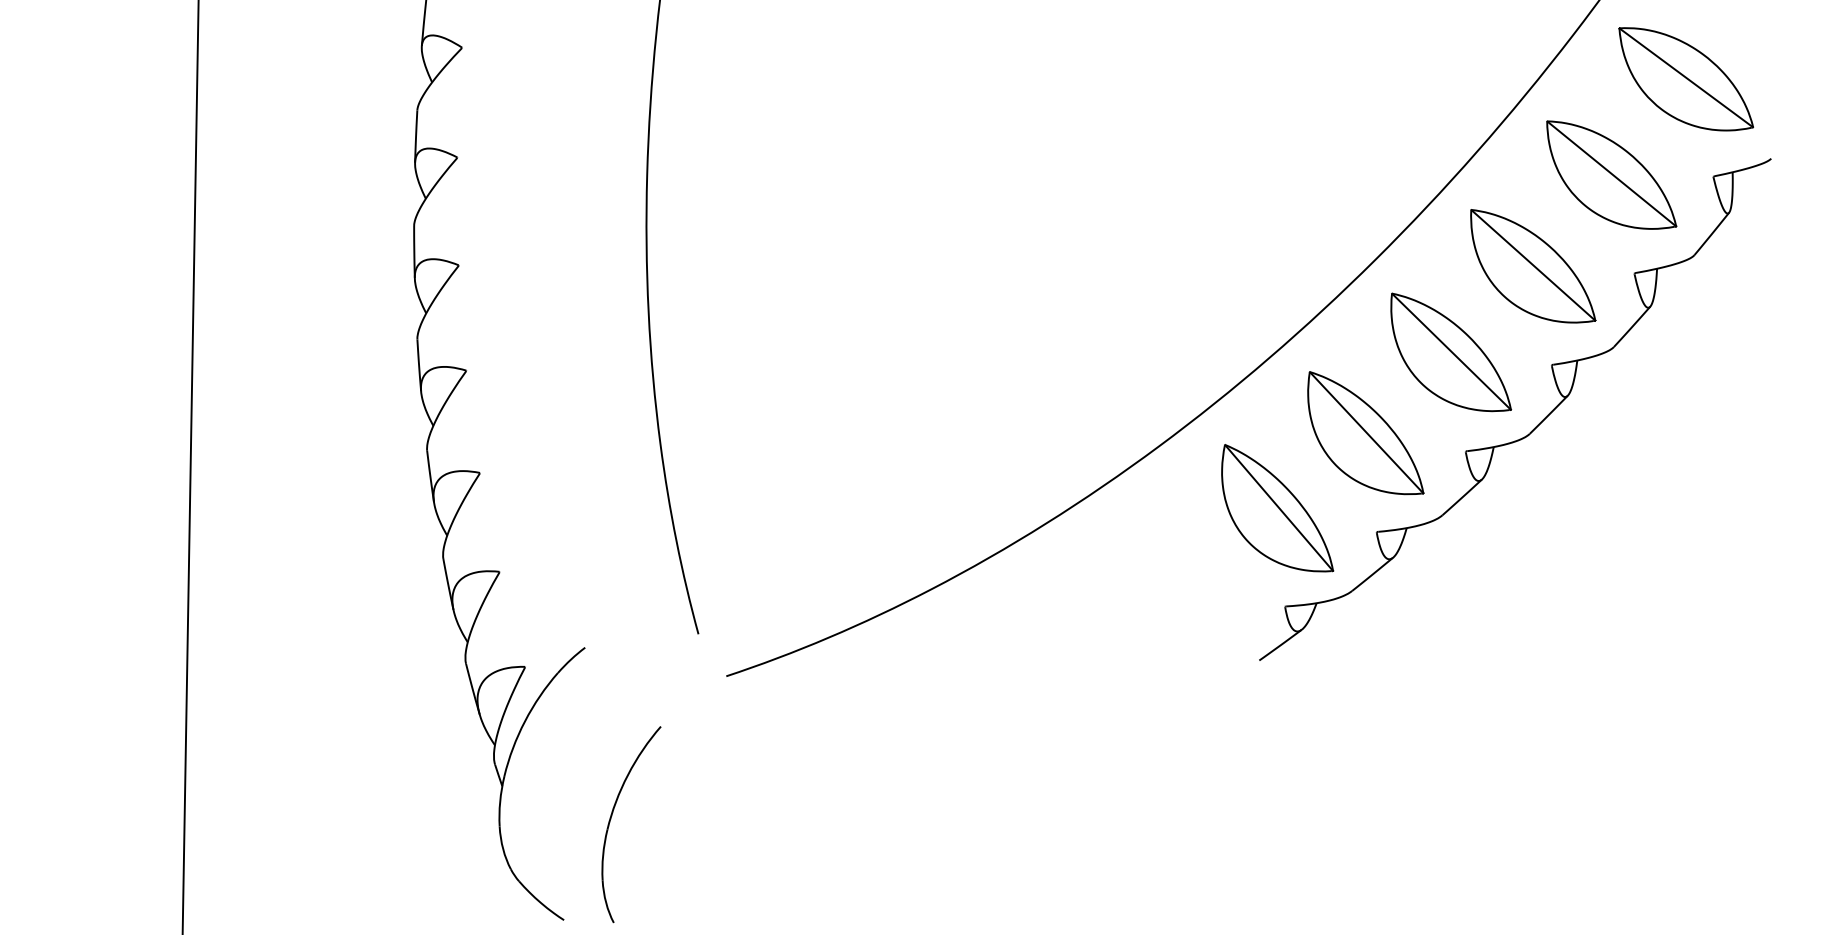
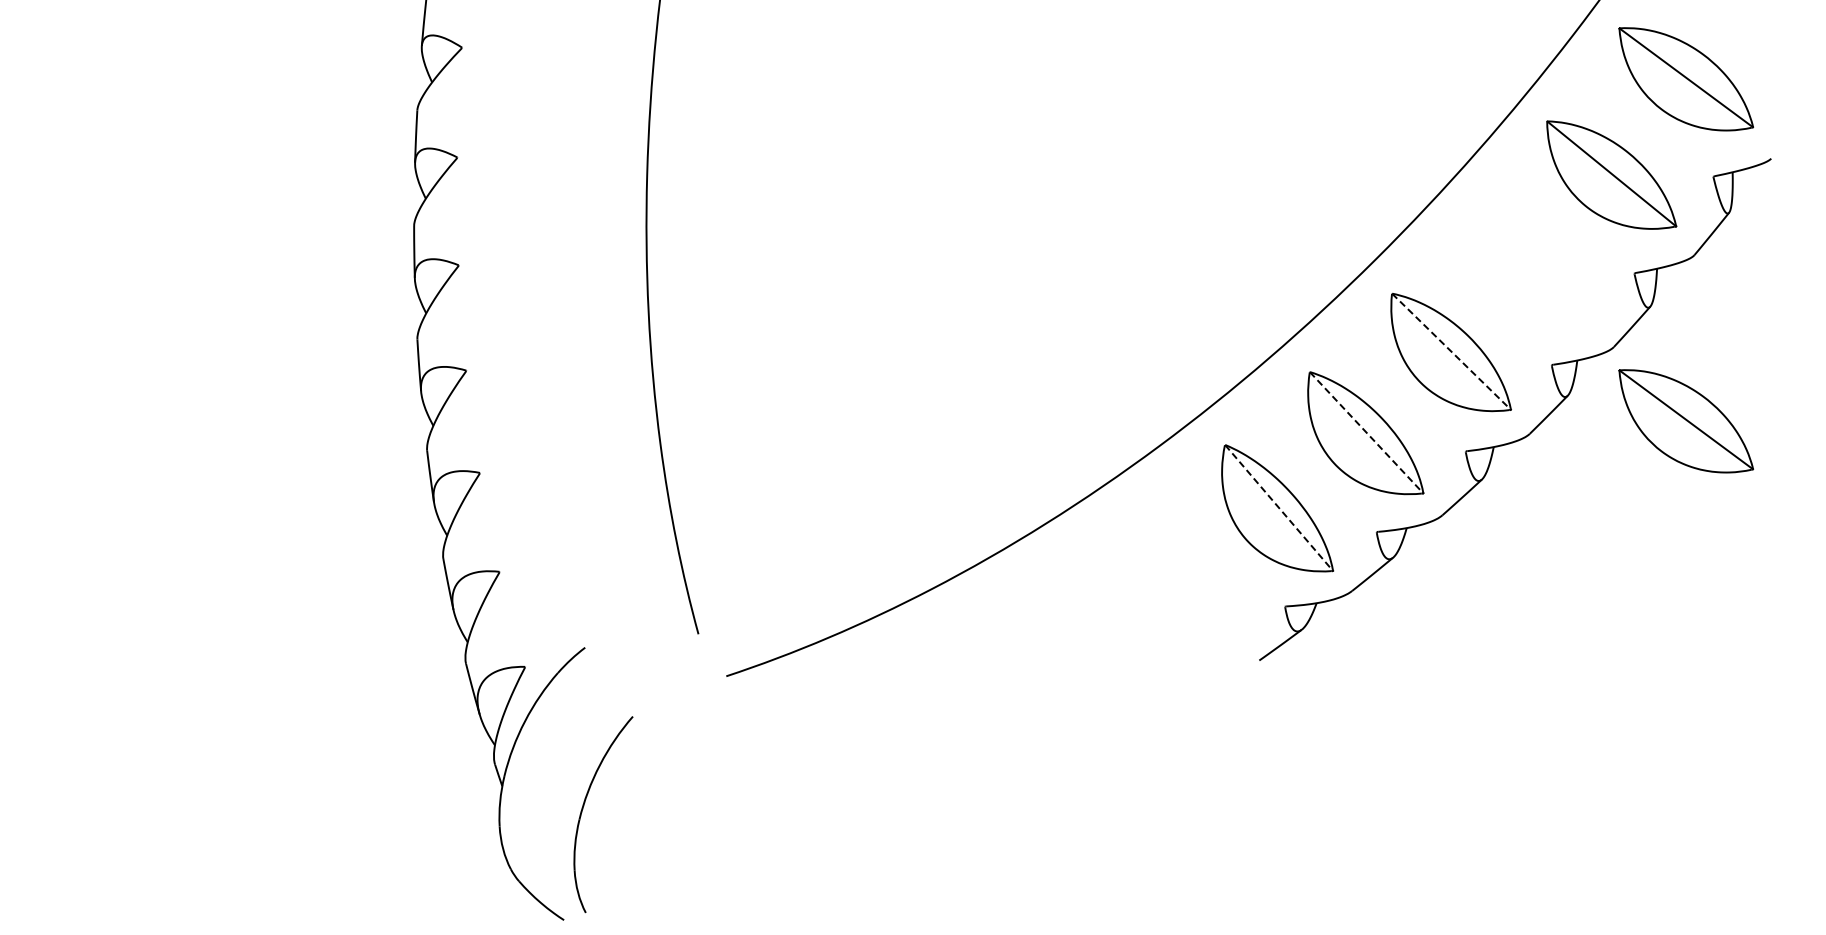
part at (1533, 266): present -> none
line at (1451, 351): solid -> dashed
part at (1686, 421): none -> present
line at (1366, 432): solid -> dashed
line at (190, 466): present -> none
line at (1279, 507): solid -> dashed
part at (612, 816) position: (612, 816) -> (584, 806)
